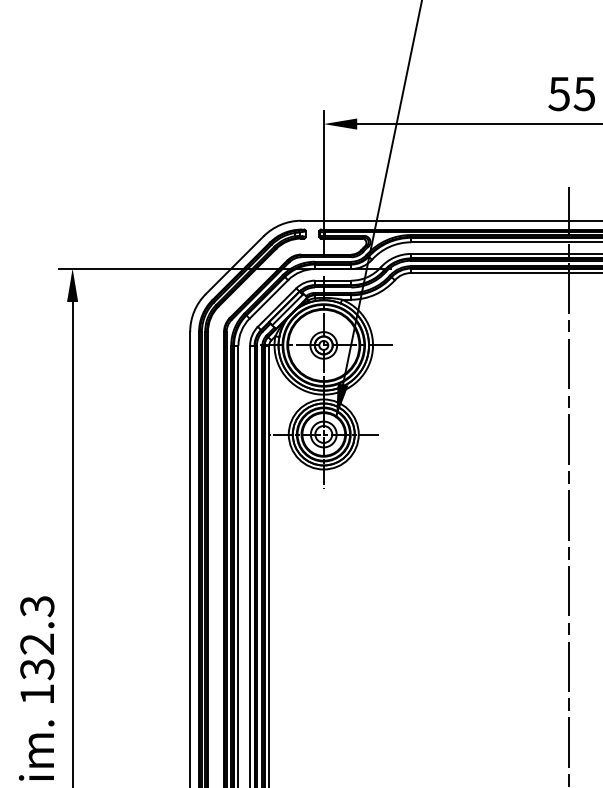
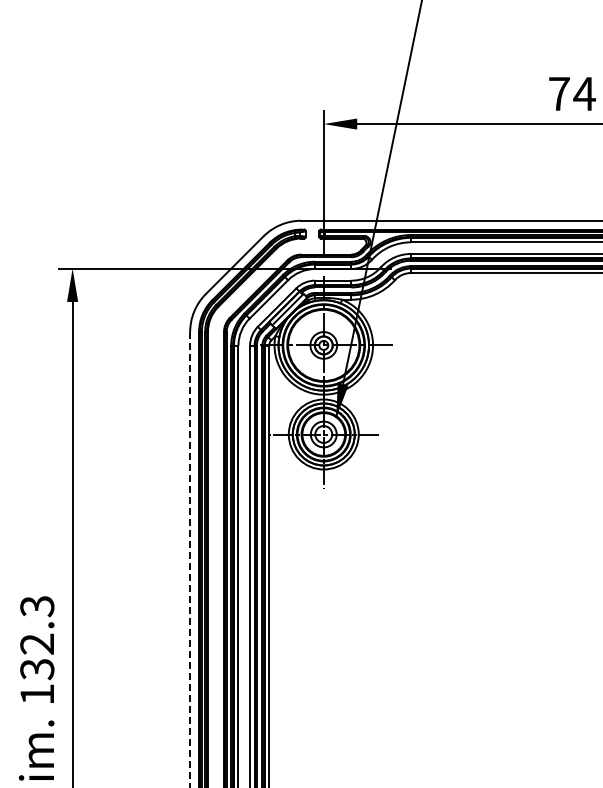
text at (571, 94): 55 -> 74
line at (568, 485): present -> none
line at (190, 559): solid -> dashed
